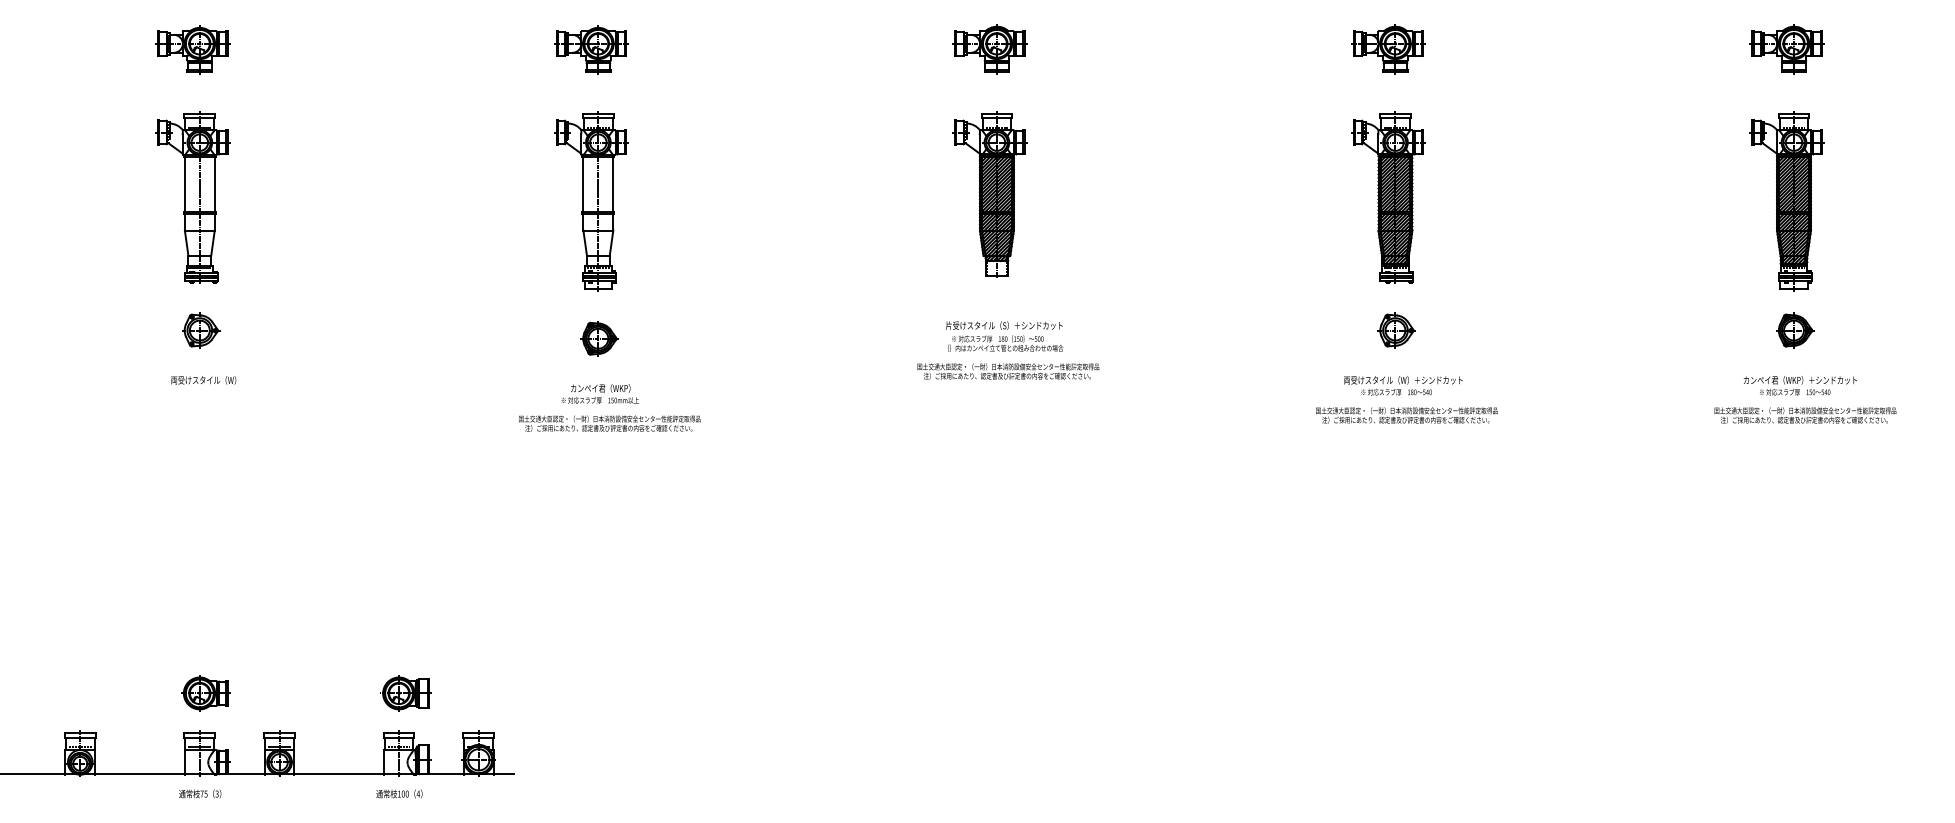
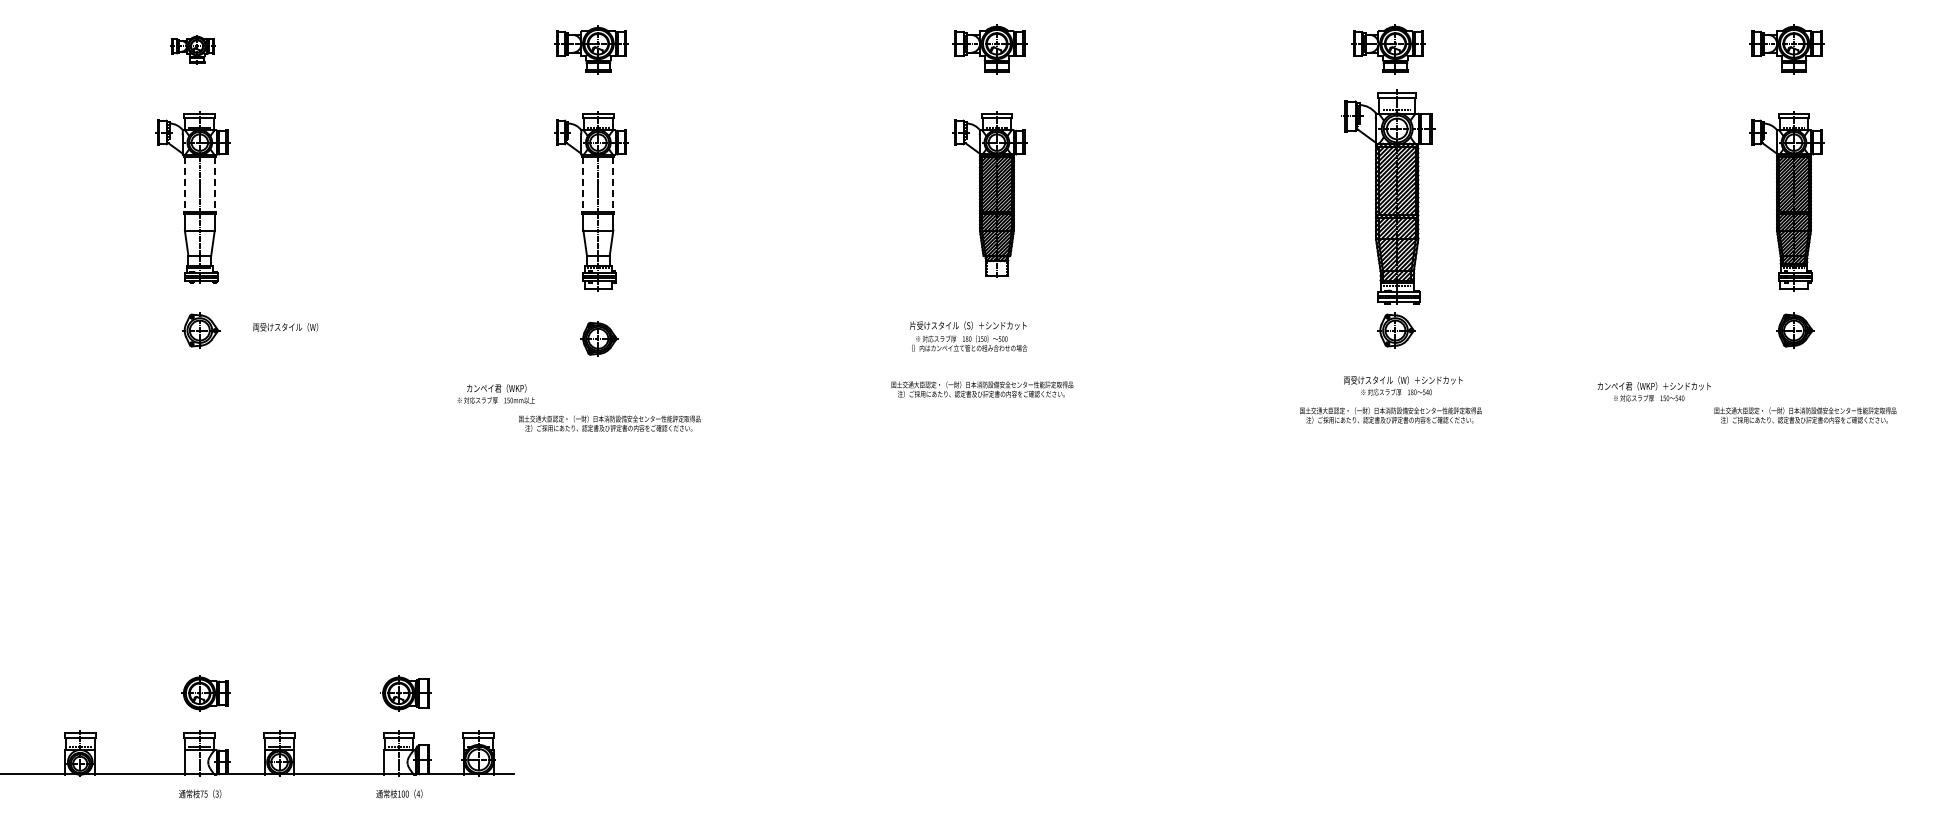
part at (192, 49) size: 76x50 px -> 46x30 px
line at (184, 185): solid -> dashed
line at (214, 185): solid -> dashed
line at (583, 185): solid -> dashed
line at (613, 185): solid -> dashed
part at (1388, 197) size: 75x173 px -> 95x216 px
text at (1004, 336) position: (1004, 336) -> (968, 336)
text at (1008, 371) position: (1008, 371) -> (982, 389)
text at (203, 380) position: (203, 380) -> (285, 327)
text at (1799, 385) position: (1799, 385) -> (1653, 391)
text at (599, 393) position: (599, 393) -> (495, 393)
text at (1406, 415) position: (1406, 415) -> (1390, 415)
